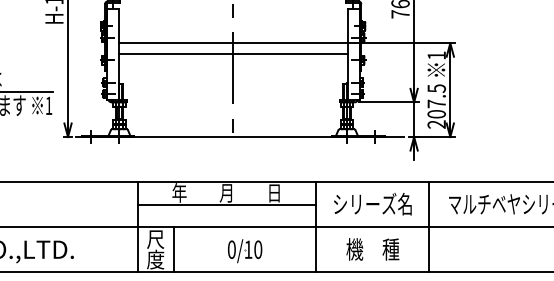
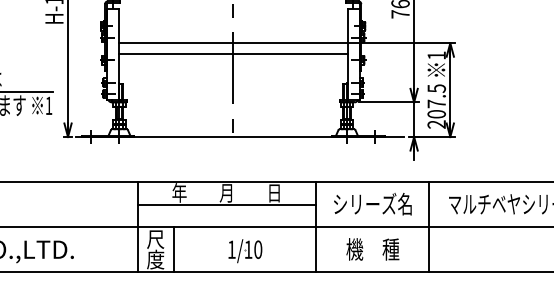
text at (231, 249): 0/10 -> 1/10
